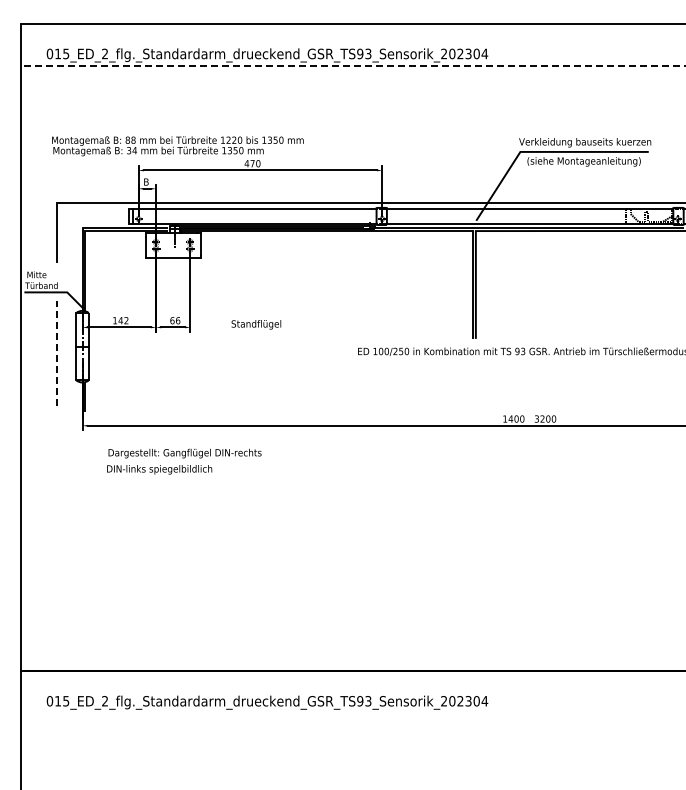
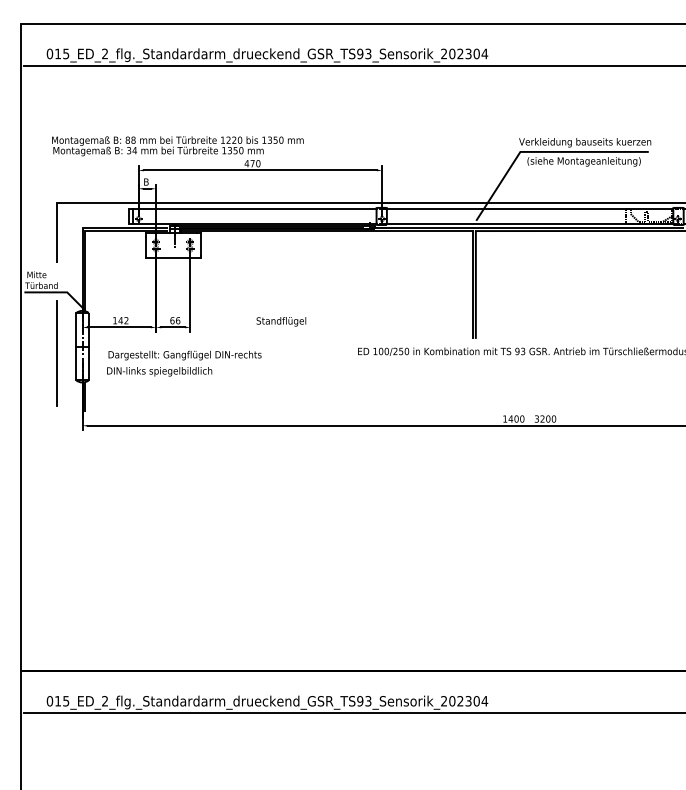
line at (355, 65): dashed -> solid
text at (256, 324) position: (256, 324) -> (281, 321)
line at (56, 353): dashed -> solid
text at (184, 461) position: (184, 461) -> (184, 363)
line at (353, 712): none -> present
